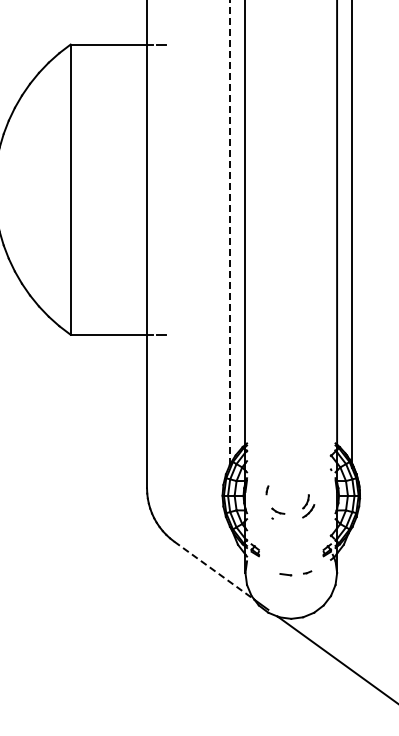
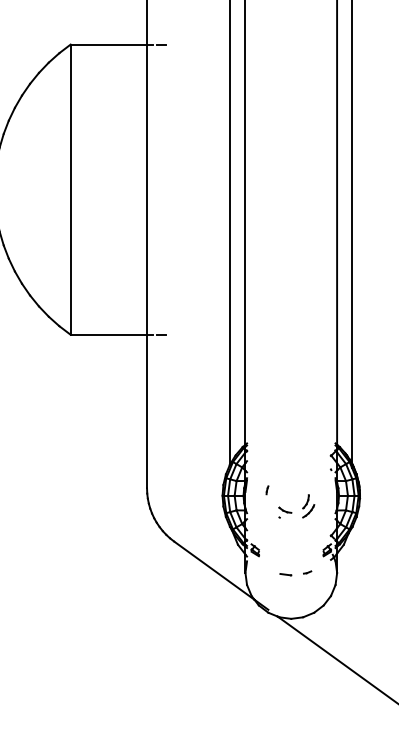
line at (229, 232): dashed -> solid
part at (278, 513) position: (278, 513) -> (285, 512)
line at (214, 570): dashed -> solid
